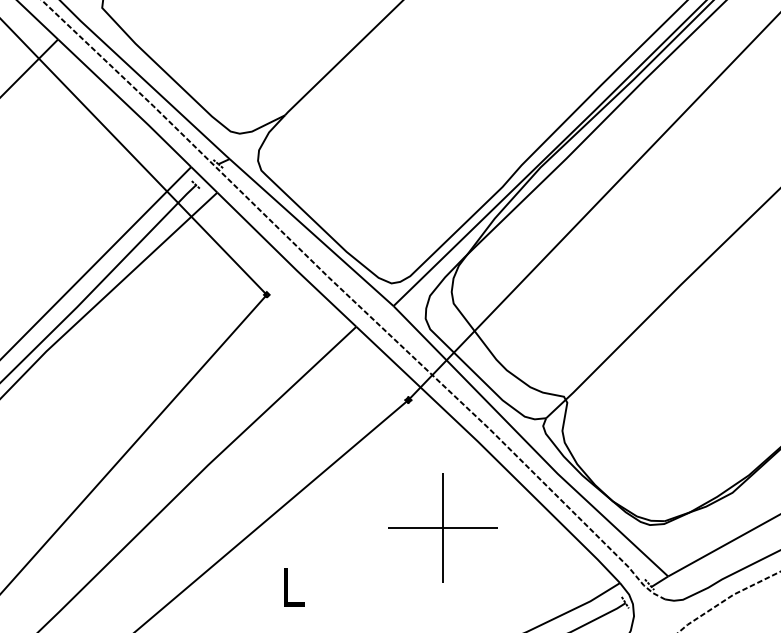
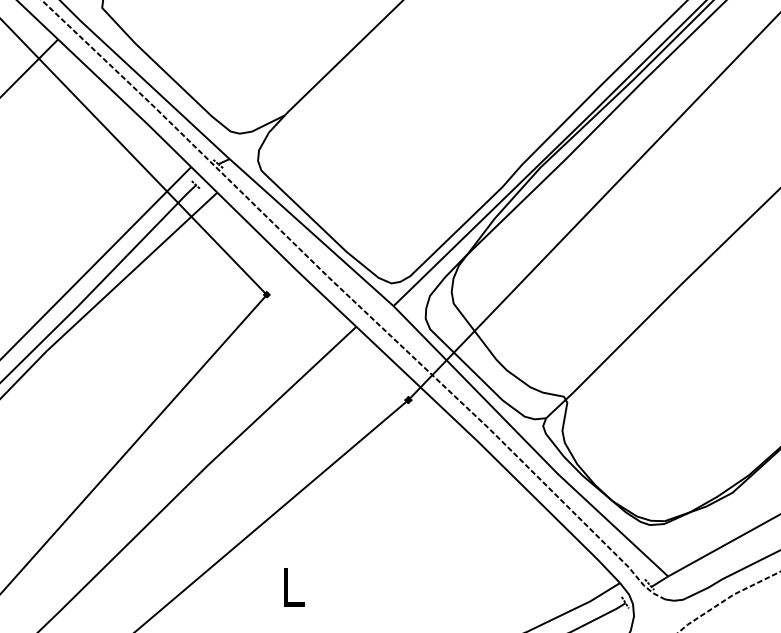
part at (442, 527): present -> none
